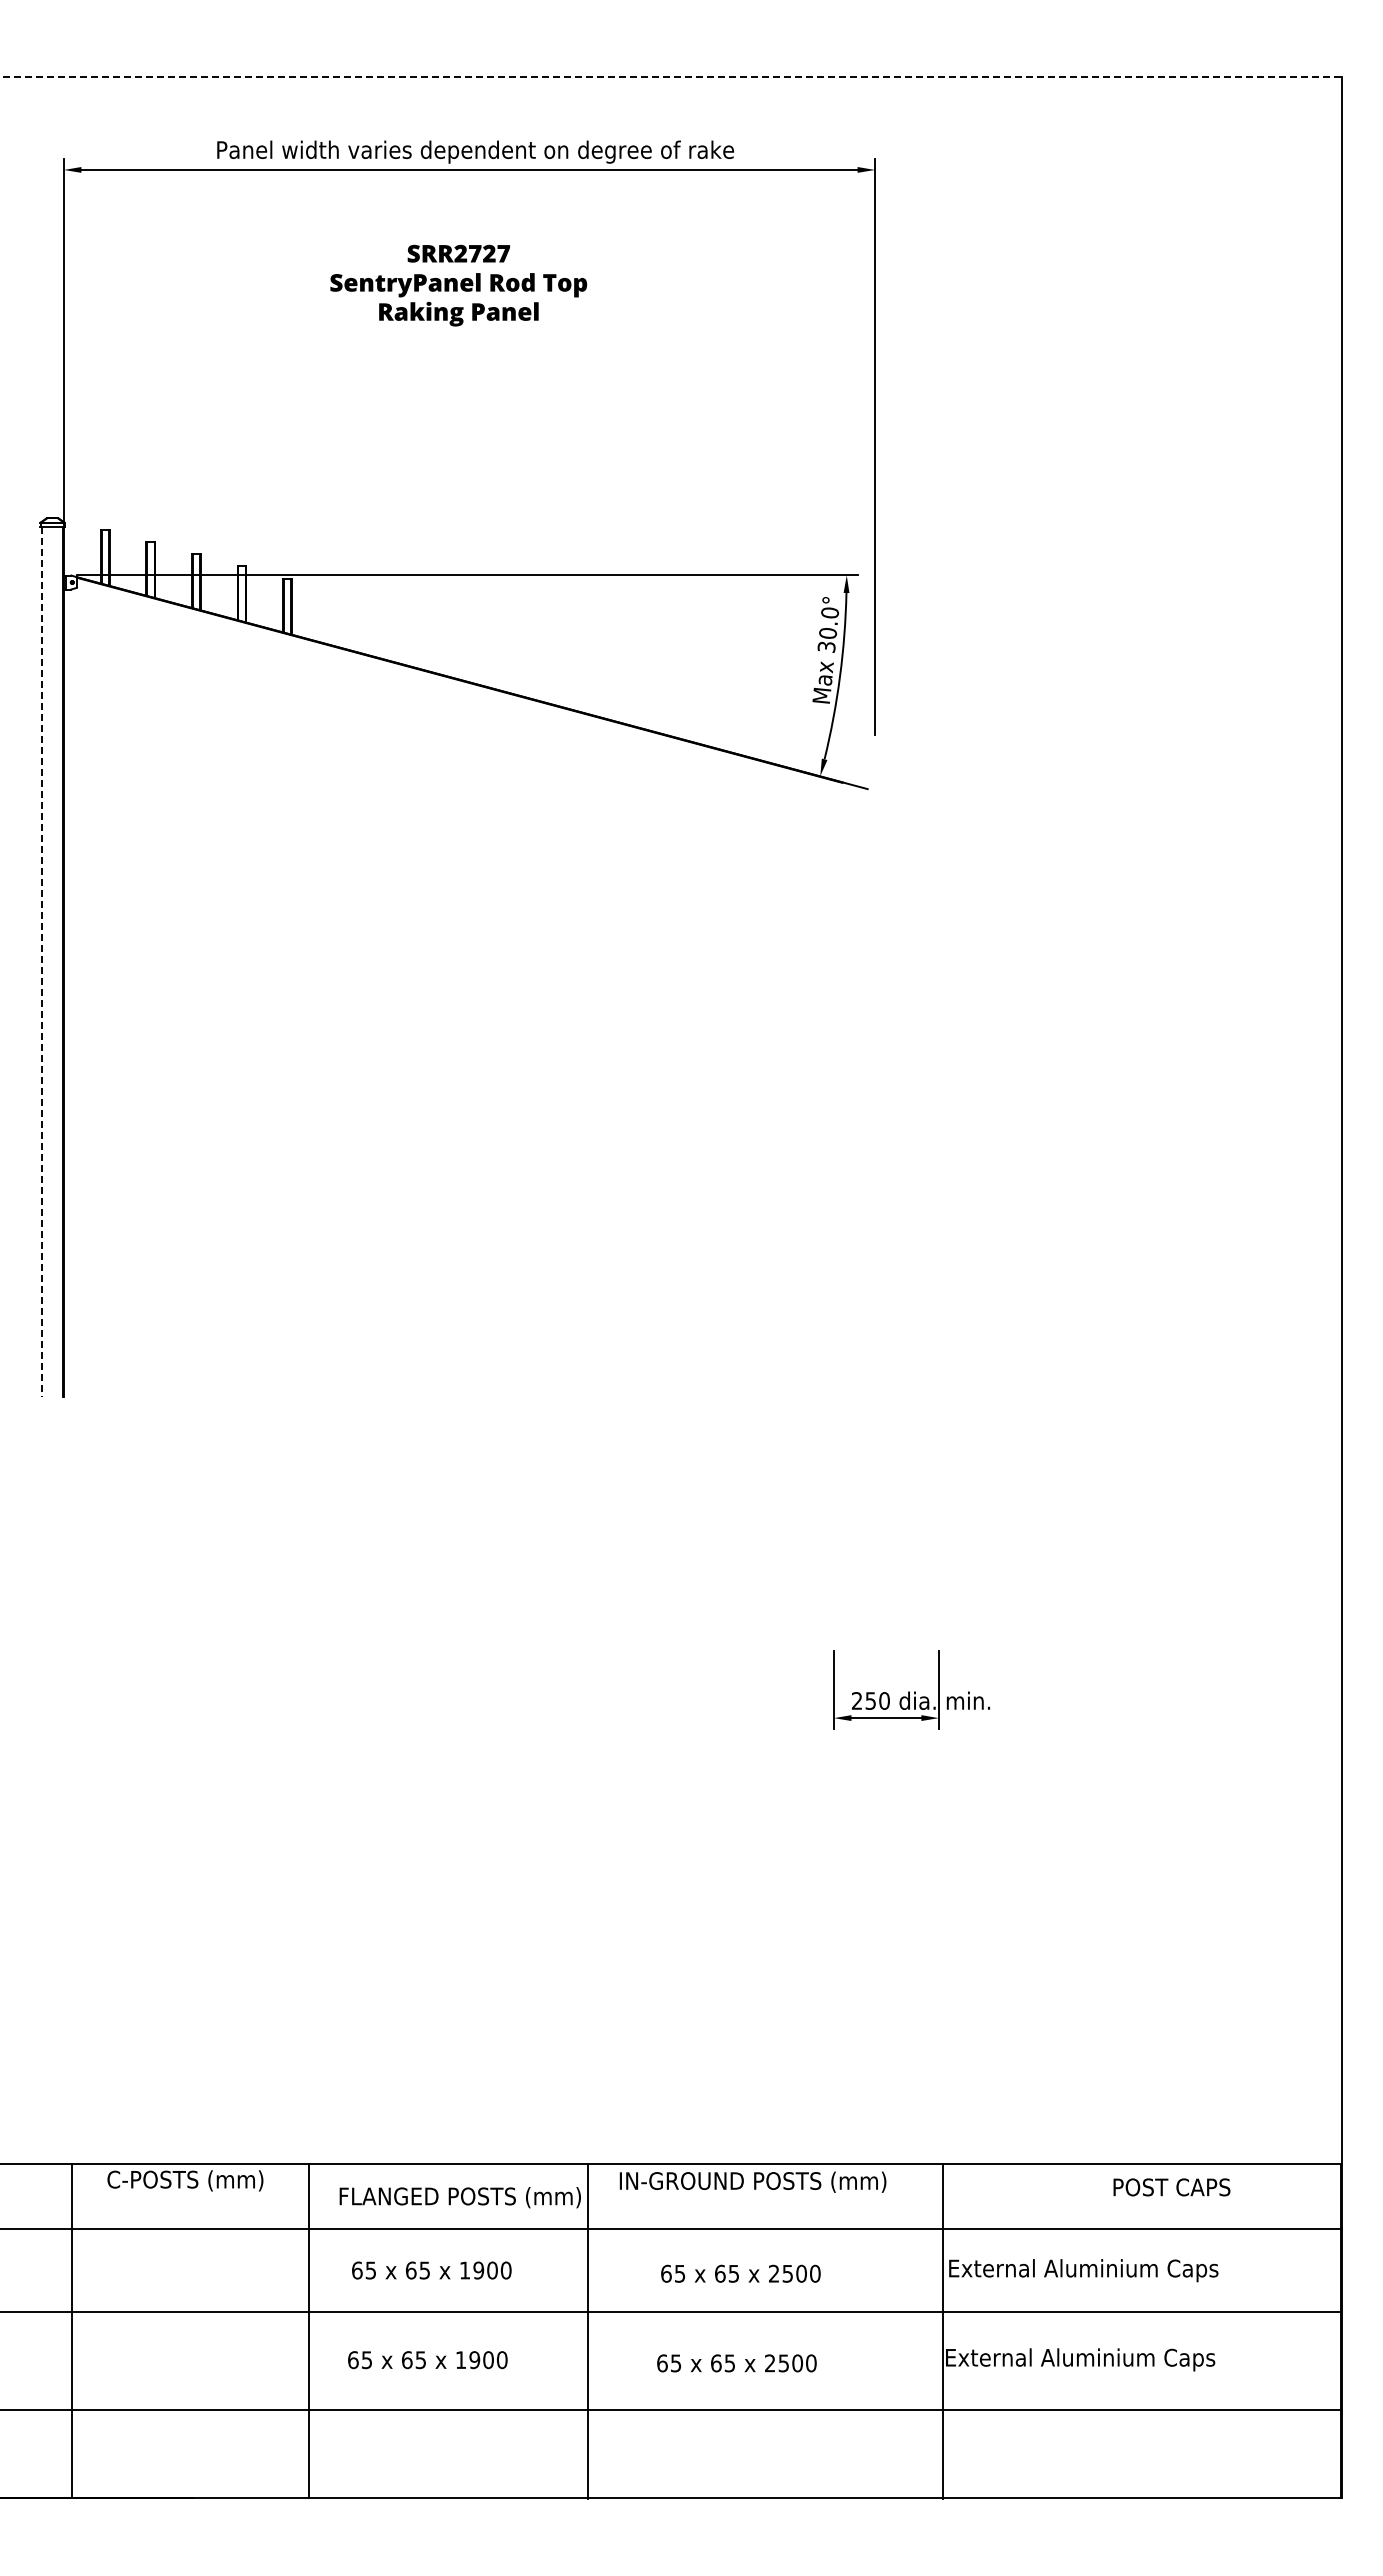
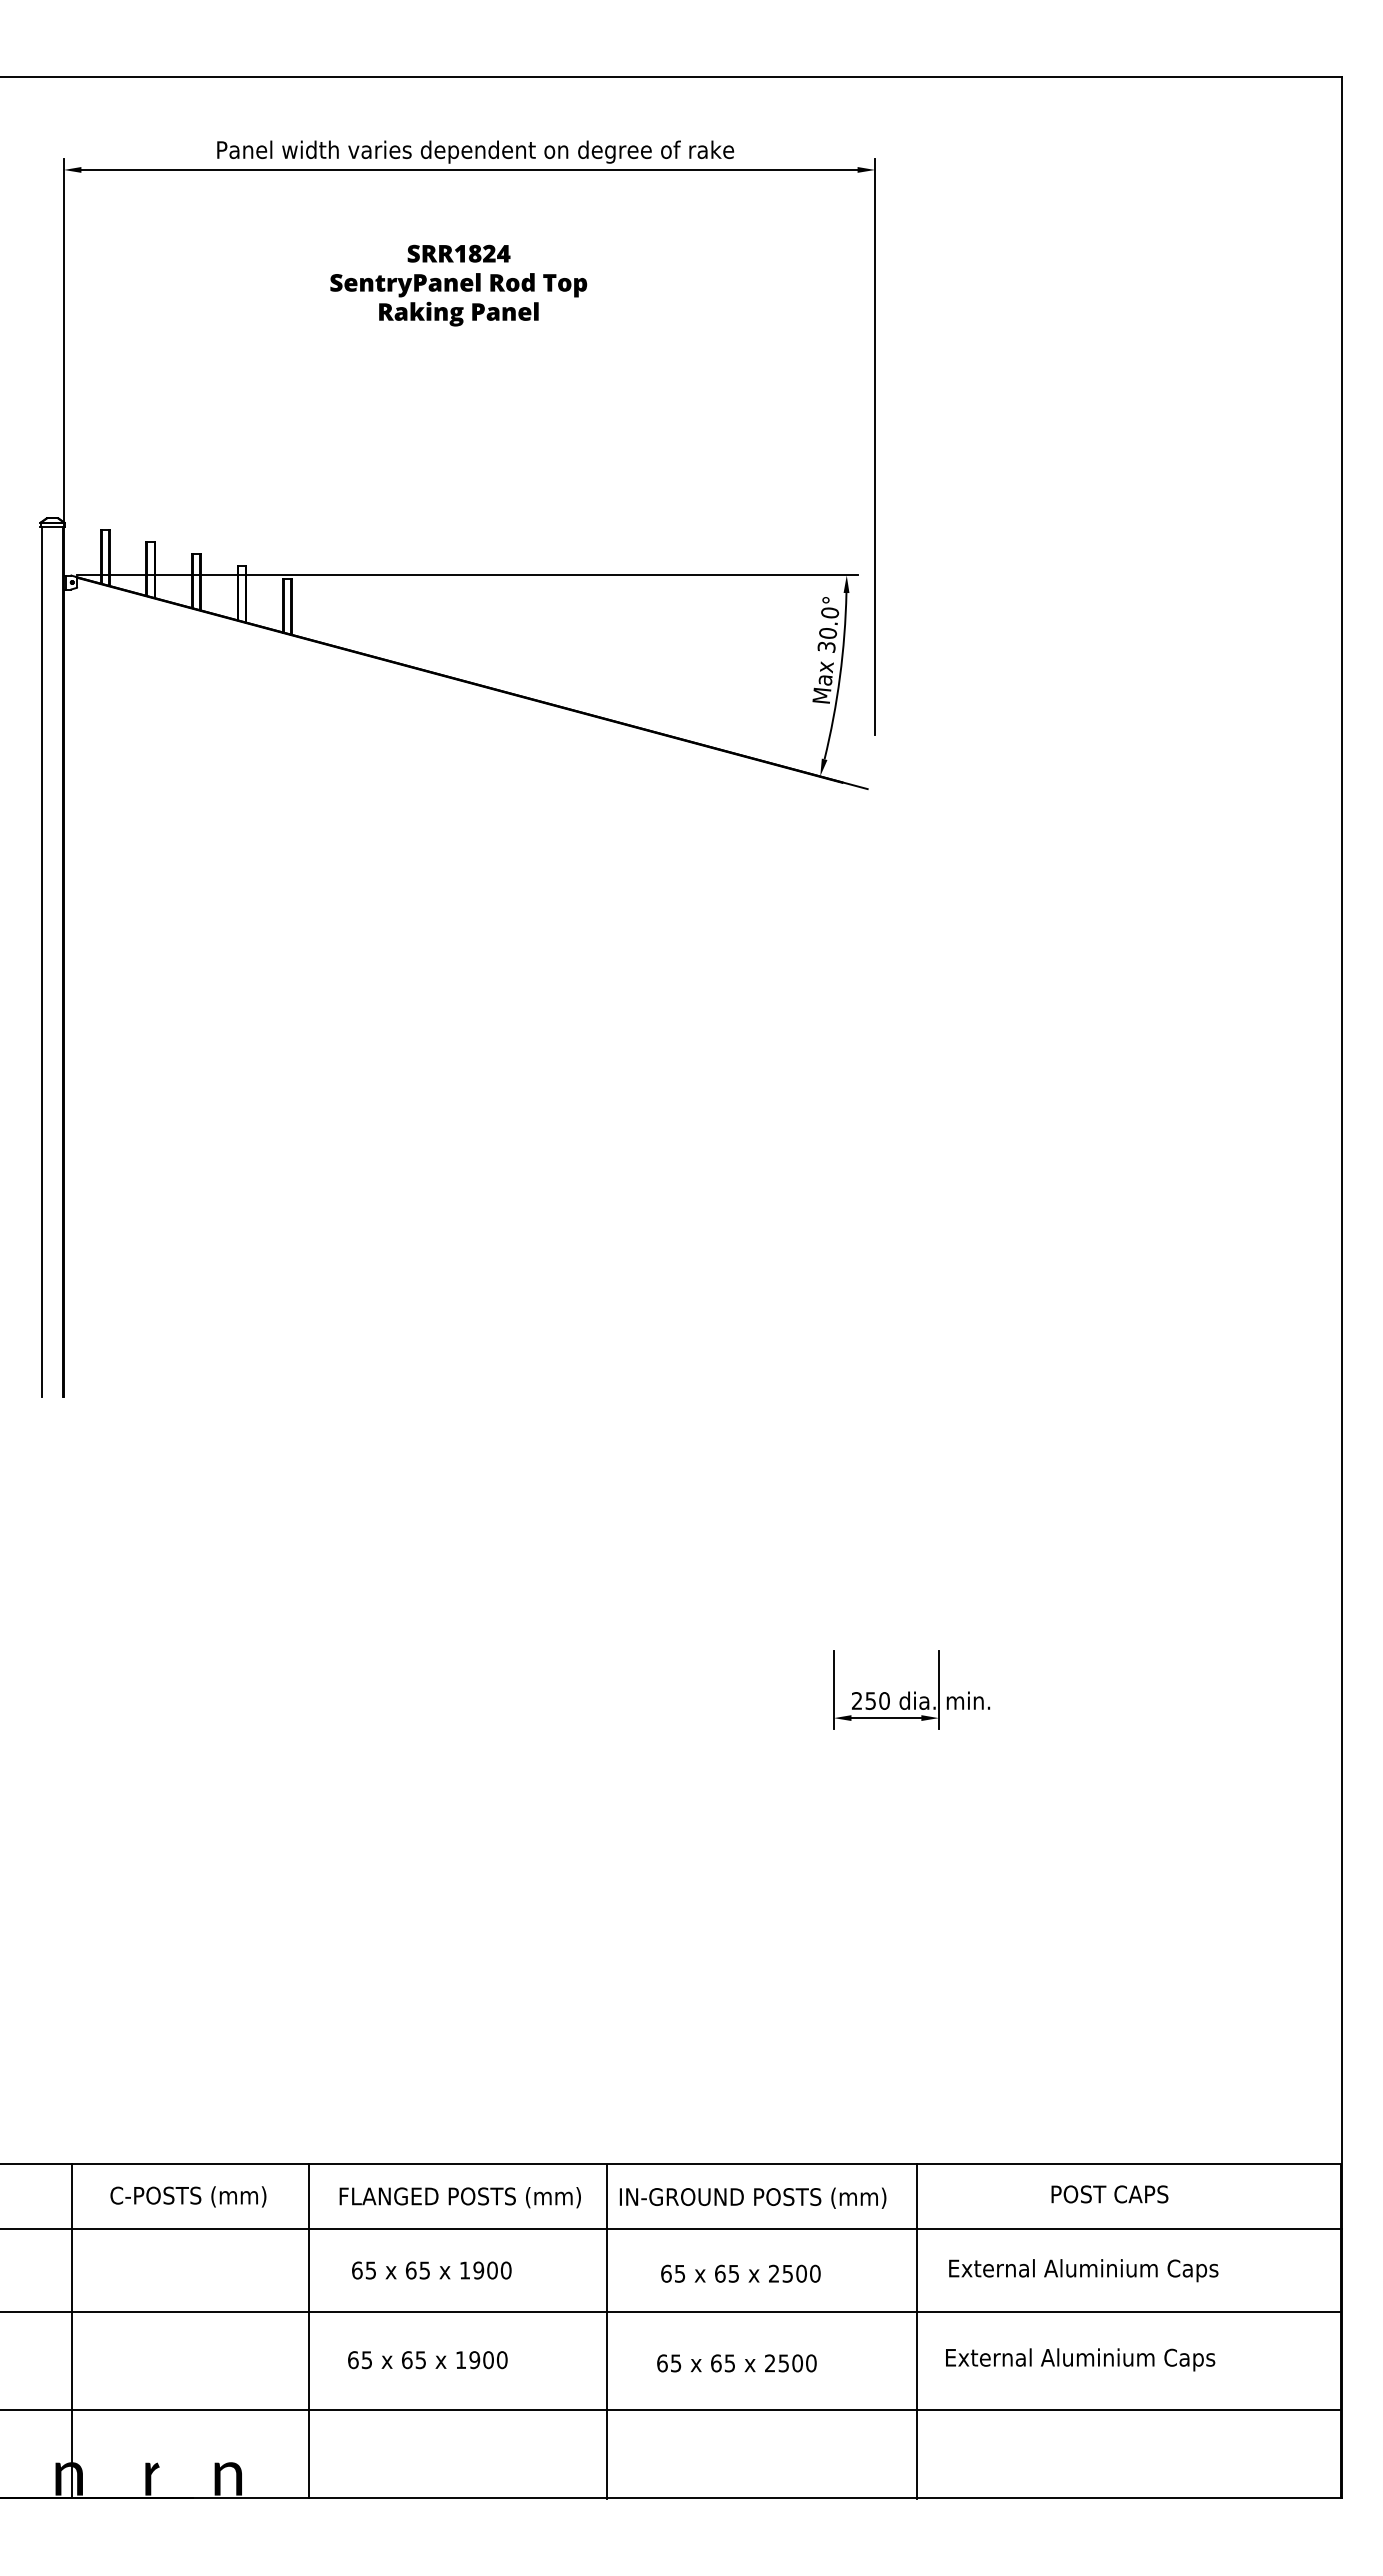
line at (670, 77): dashed -> solid
text at (482, 253): SRR2727 -> SRR1824
line at (42, 962): dashed -> solid
text at (185, 2180) position: (185, 2180) -> (188, 2196)
text at (752, 2181) position: (752, 2181) -> (752, 2197)
text at (1171, 2187) position: (1171, 2187) -> (1109, 2194)
line at (587, 2331) position: (587, 2331) -> (606, 2331)
line at (942, 2331) position: (942, 2331) -> (916, 2331)
fill at (68, 2478): none -> present
fill at (152, 2478): none -> present
fill at (228, 2478): none -> present
